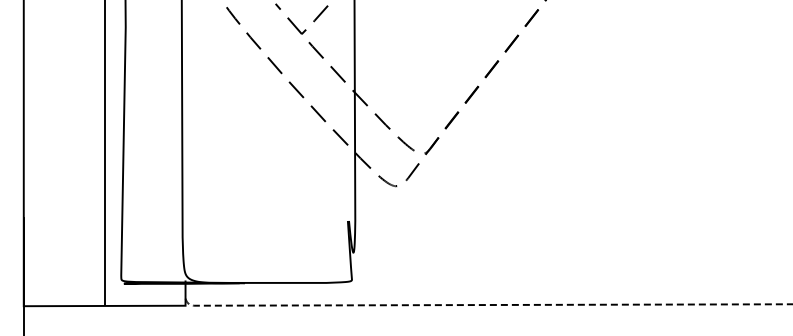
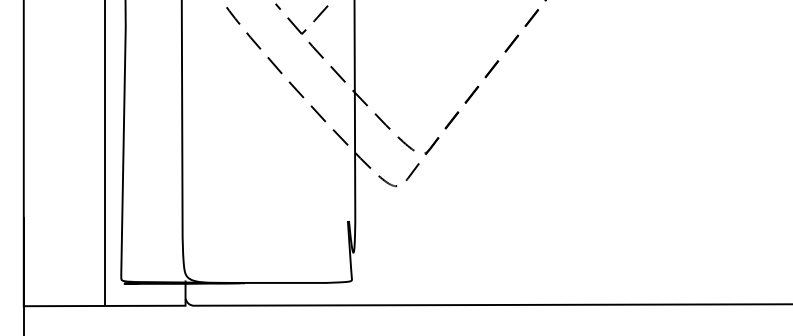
line at (483, 305): dashed -> solid
